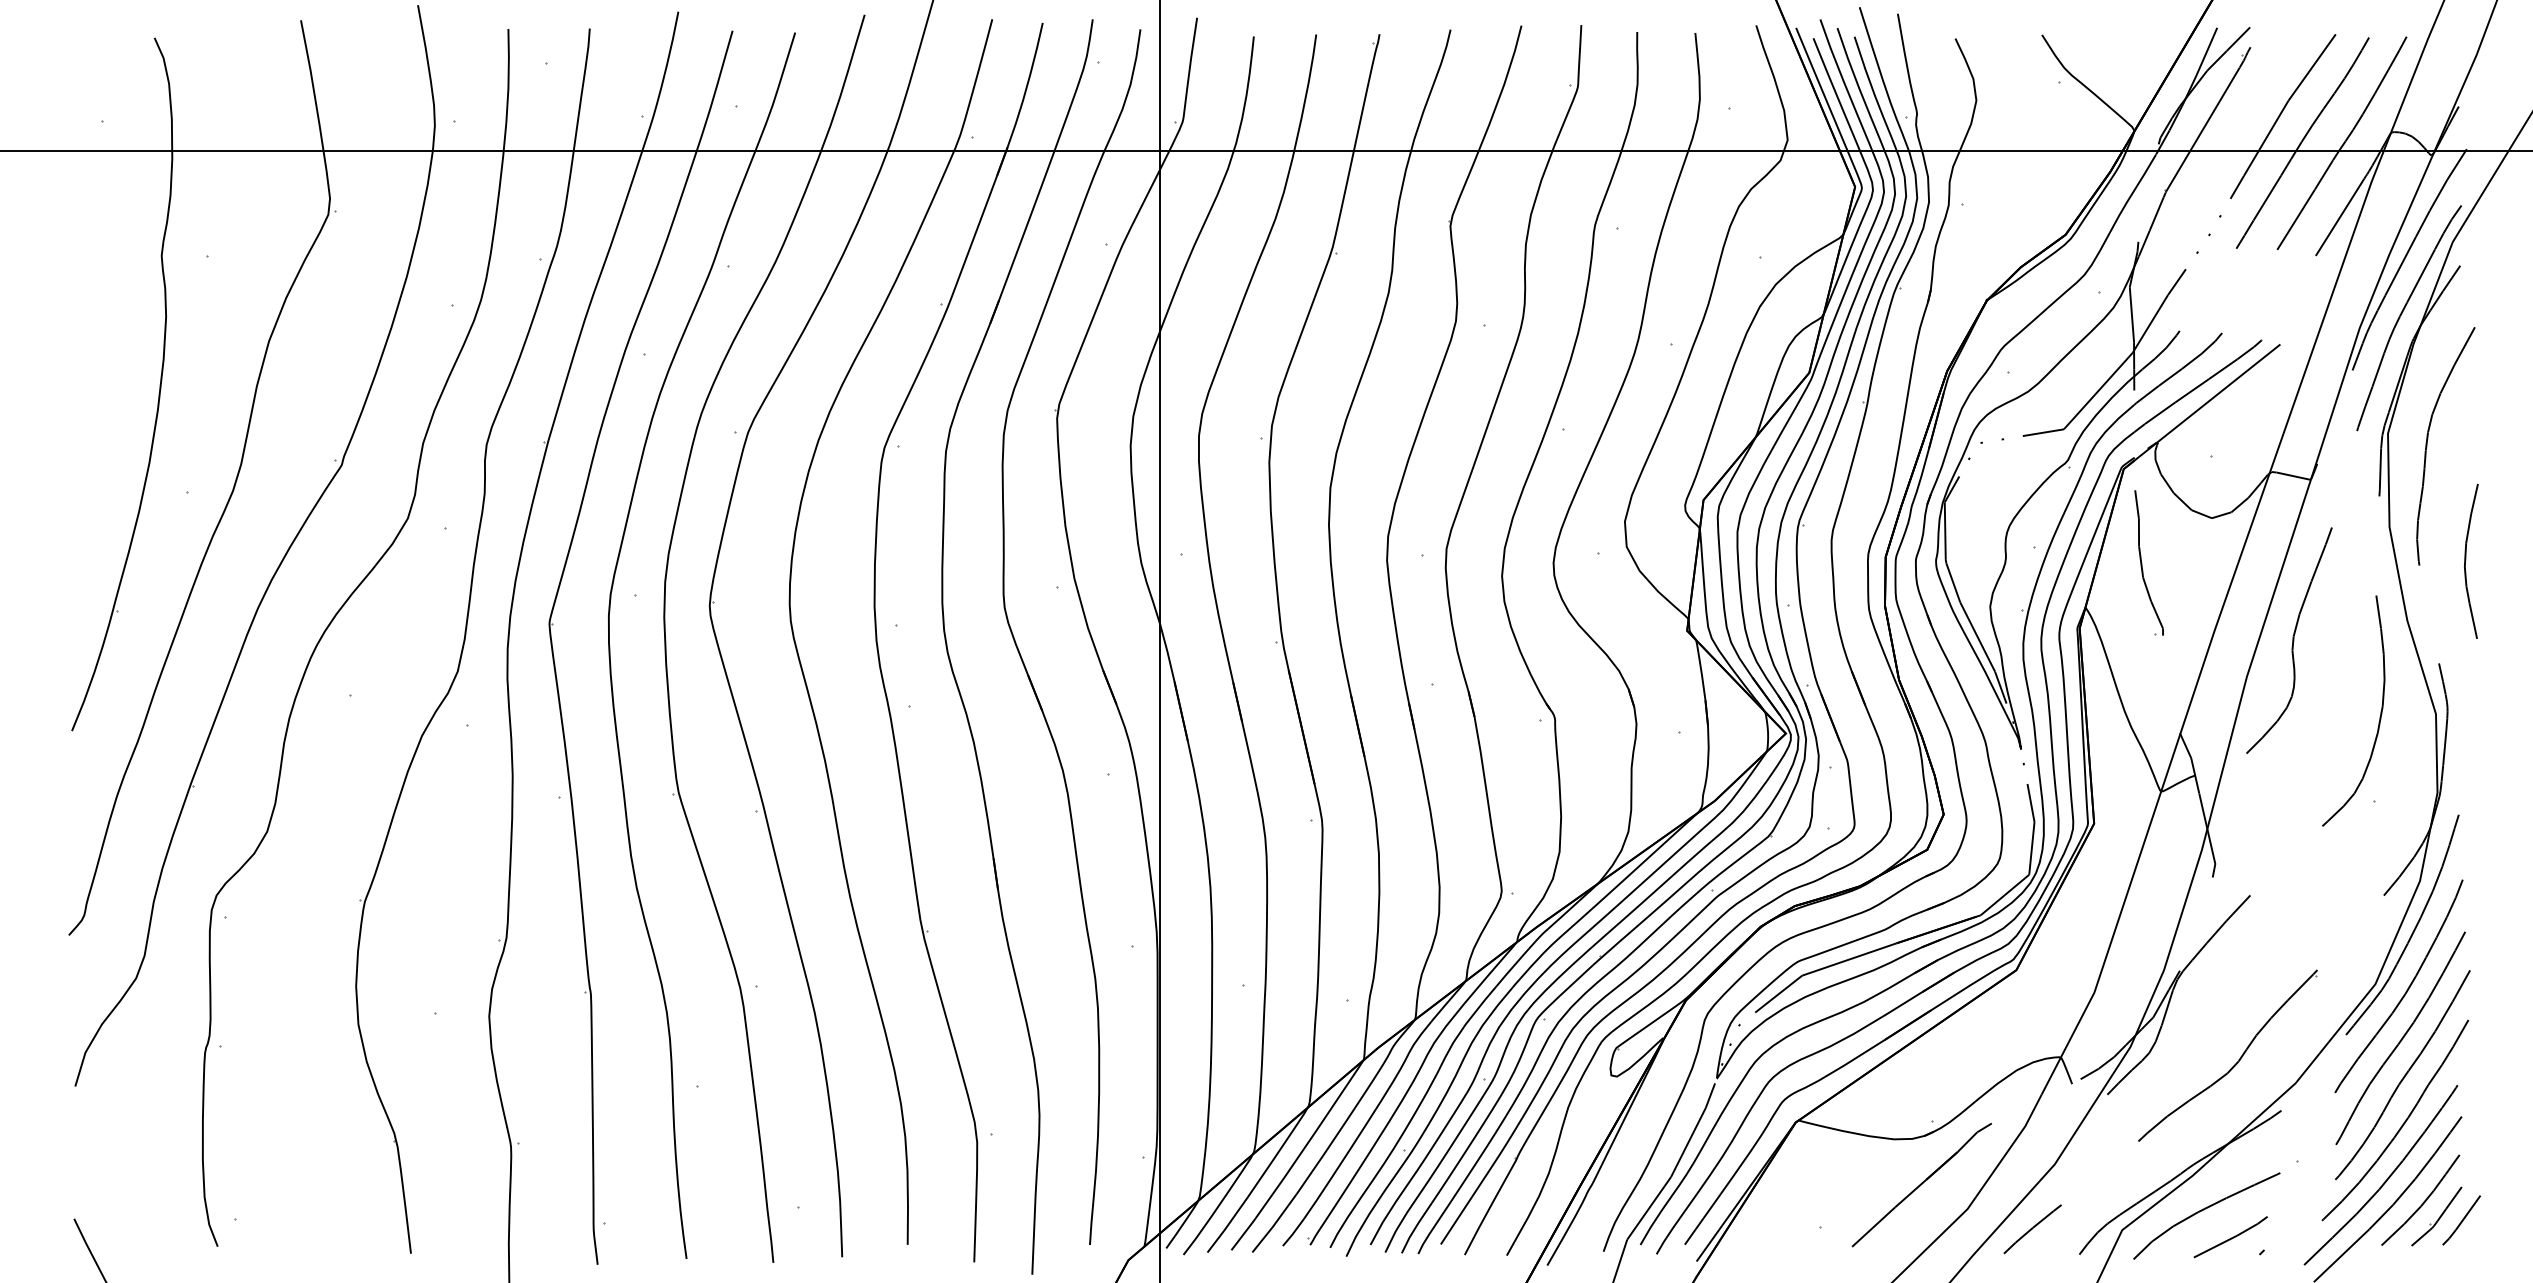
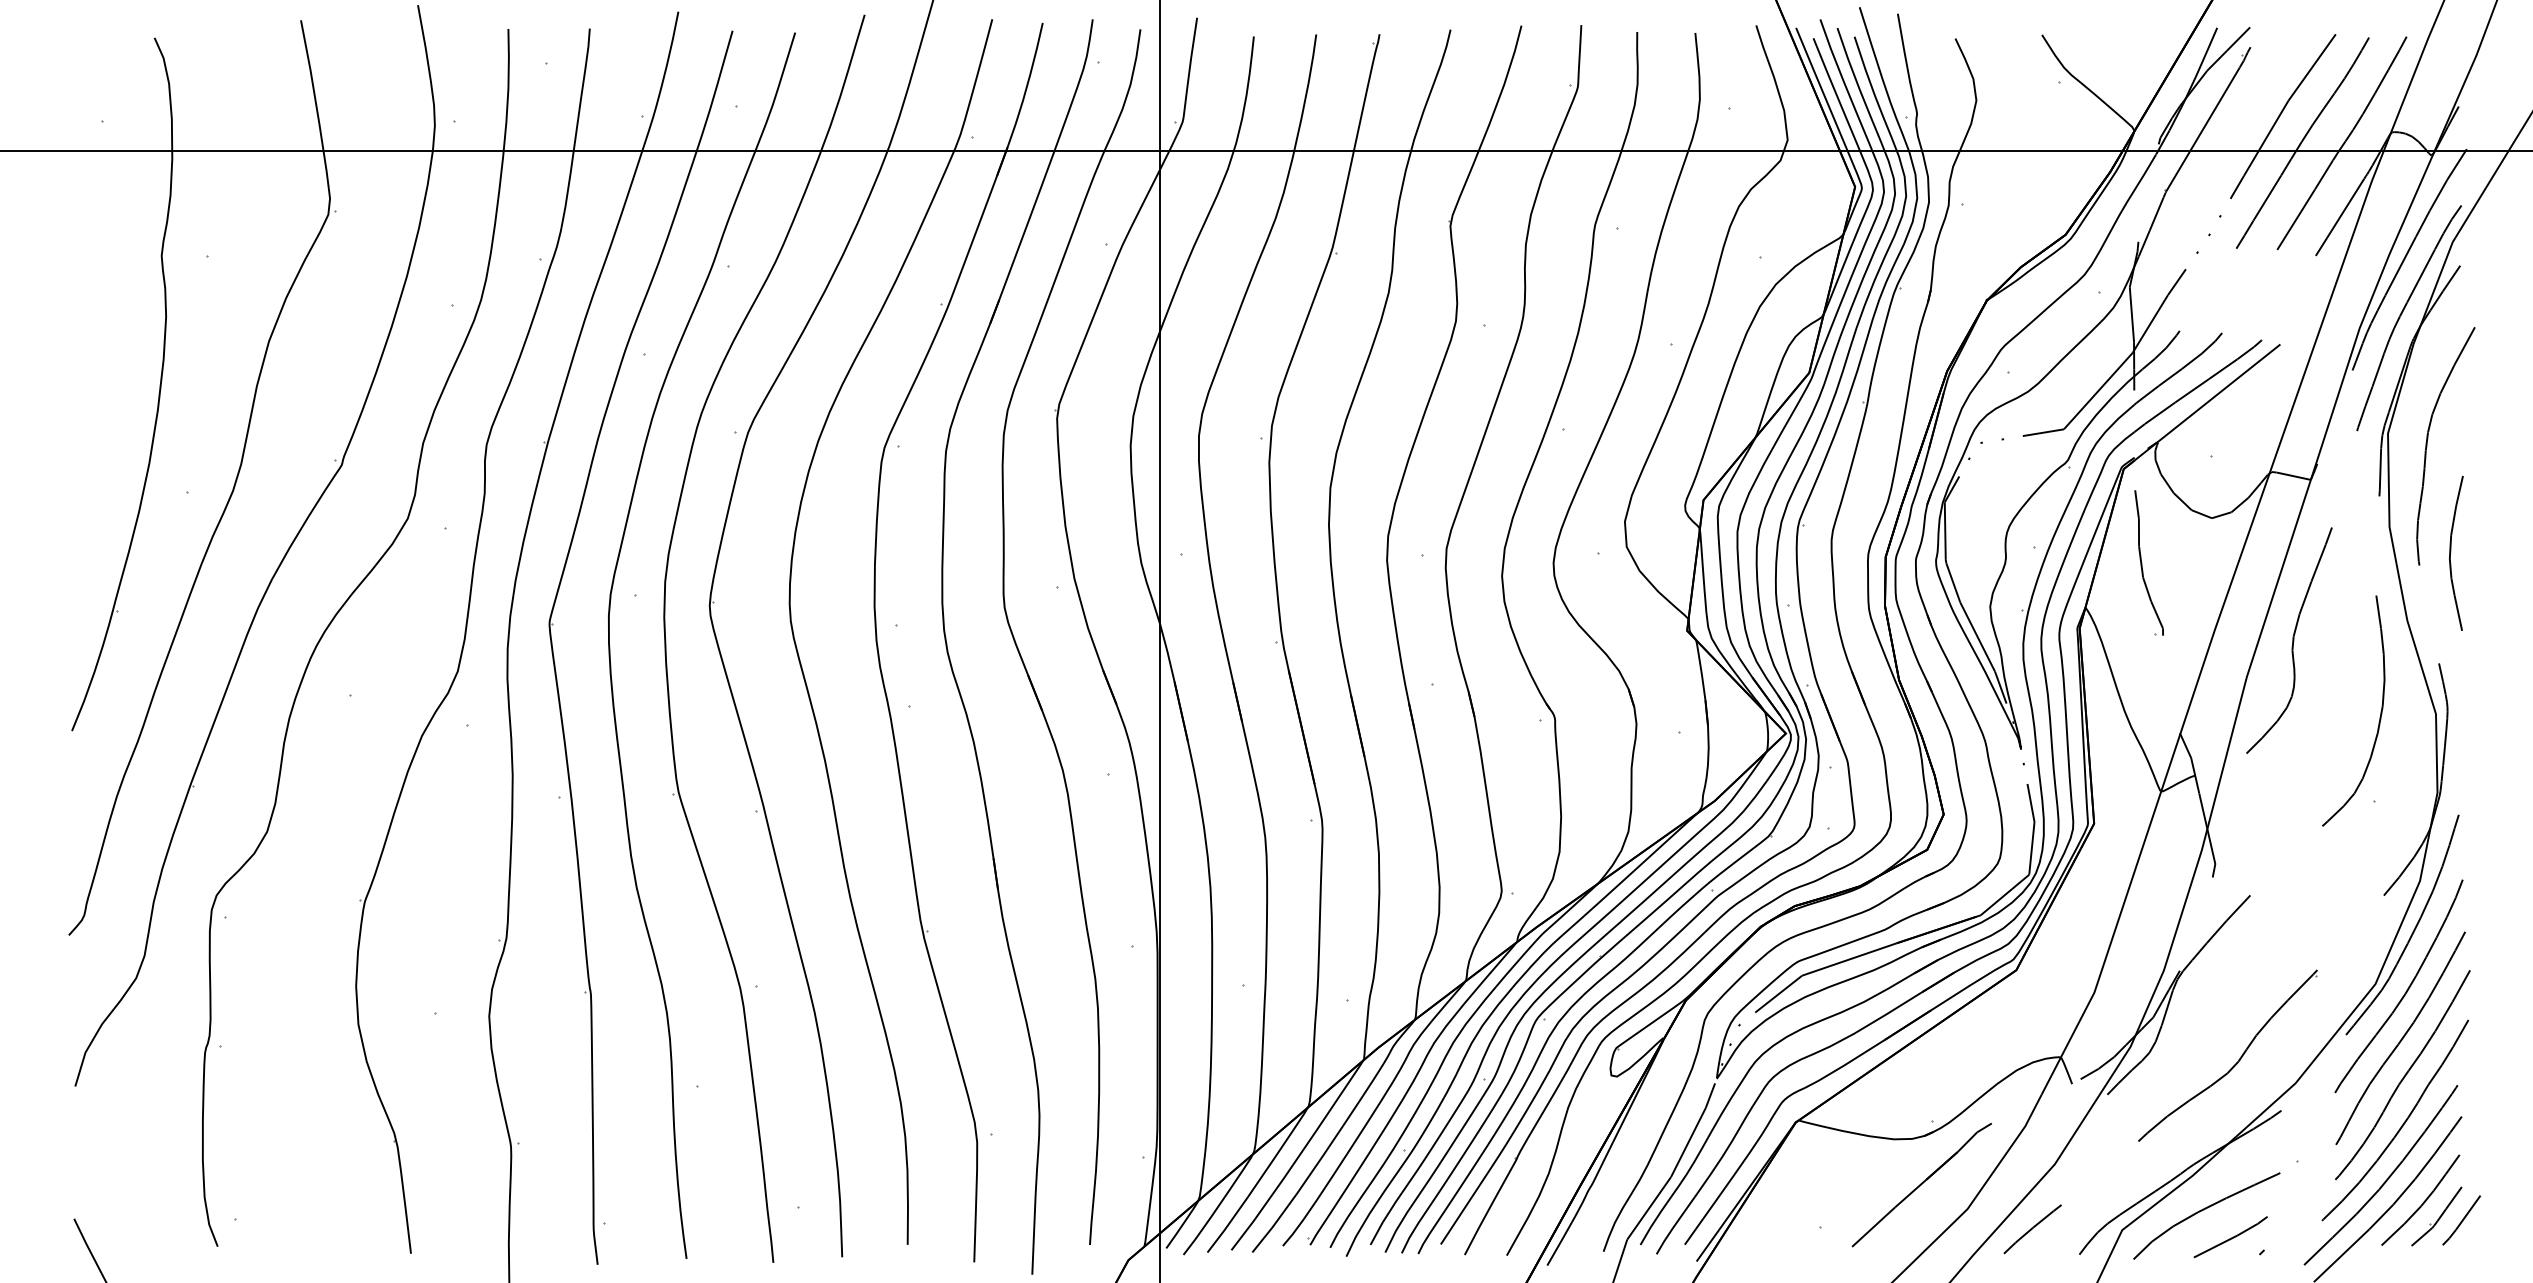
curve at (2466, 560) position: (2466, 560) -> (2451, 552)
